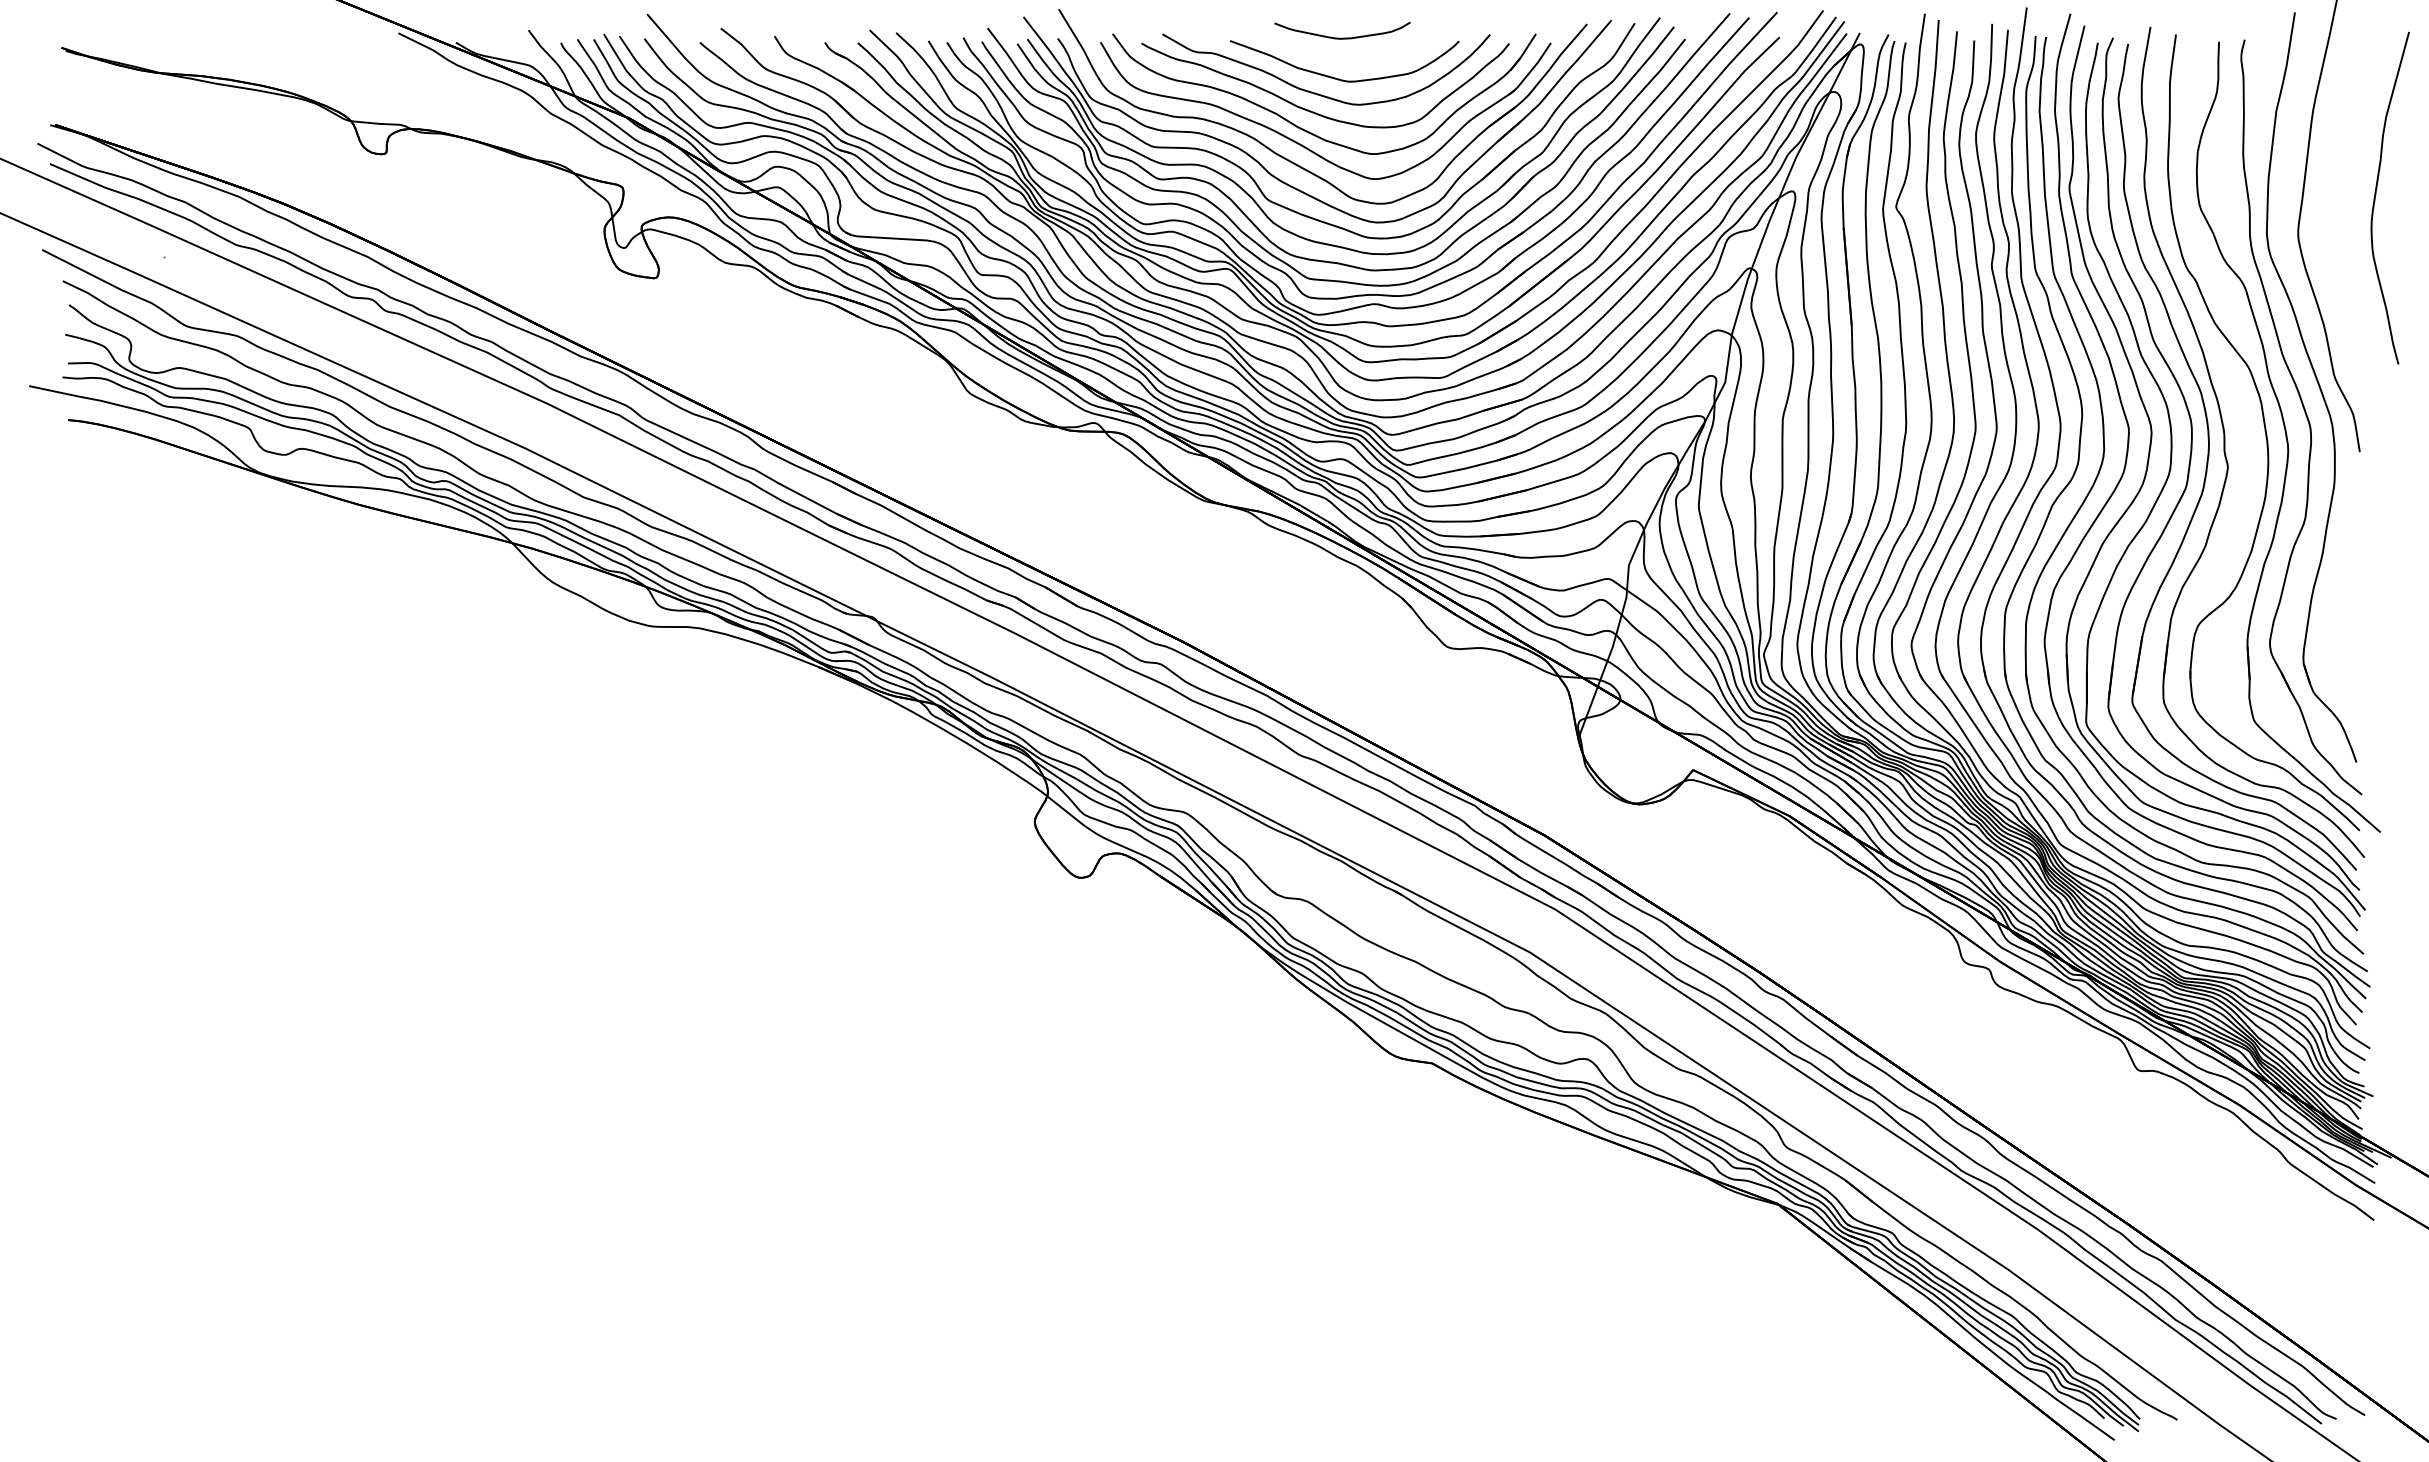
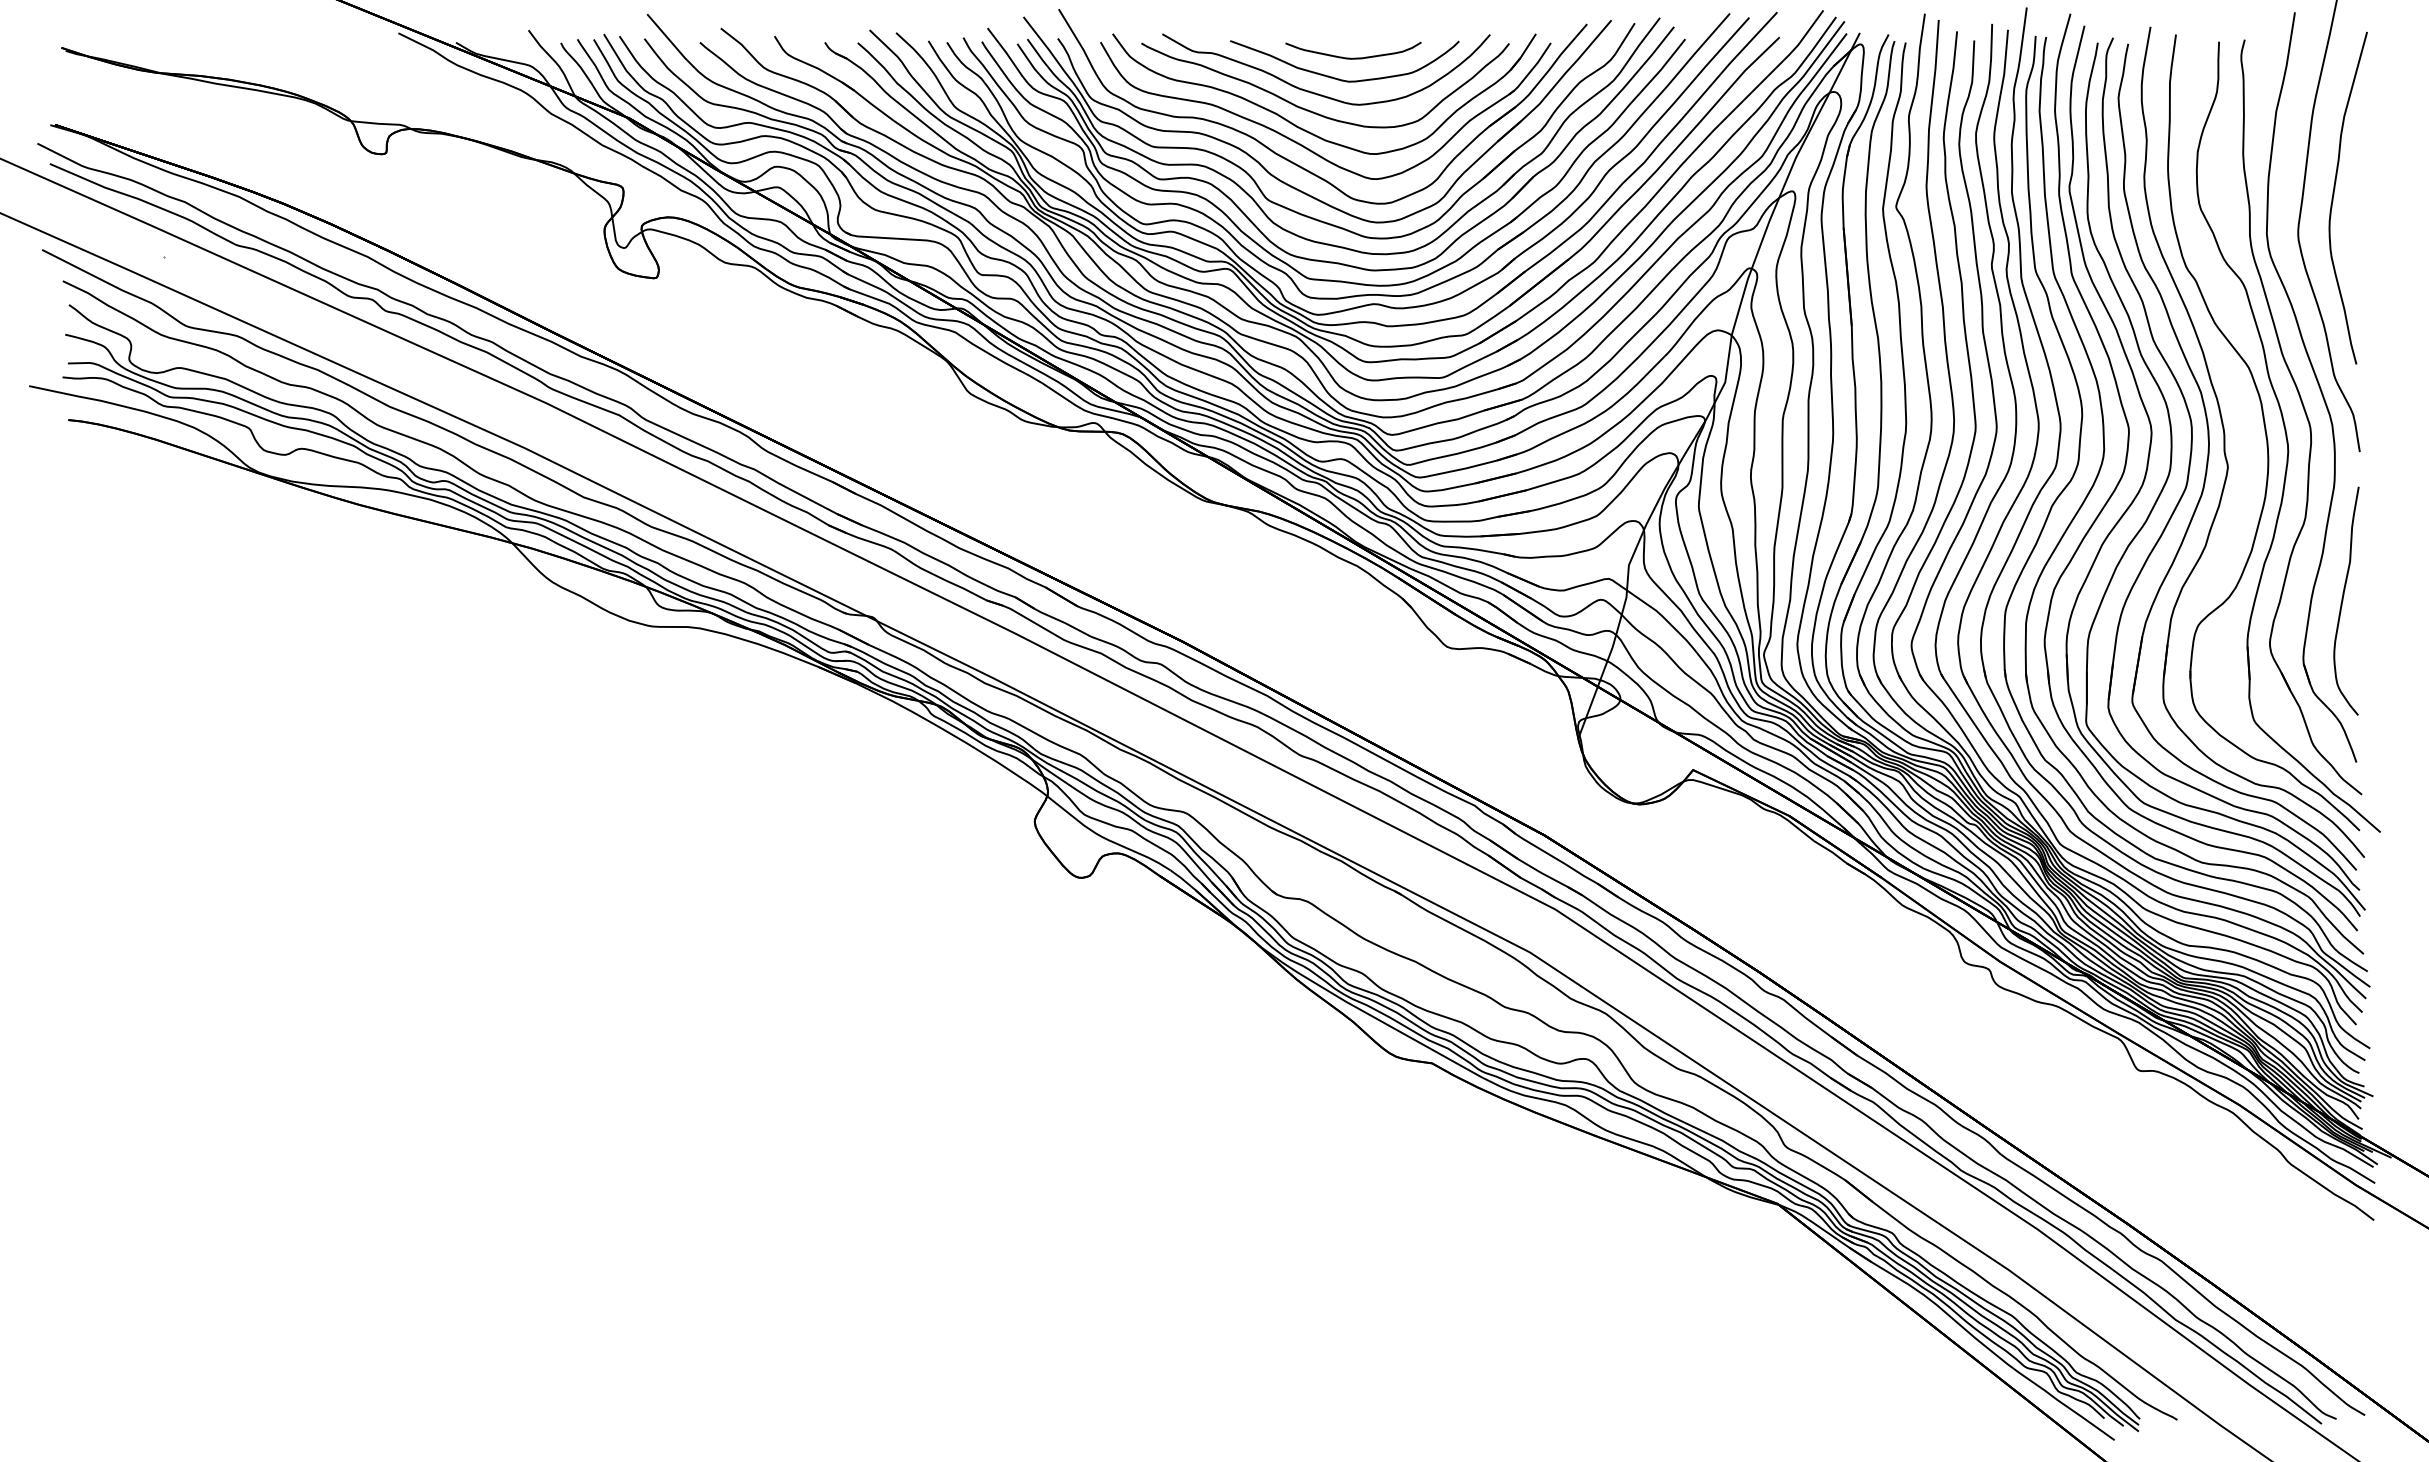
curve at (1342, 37) position: (1342, 37) -> (1353, 57)
curve at (2376, 195) position: (2376, 195) -> (2334, 195)
curve at (2343, 600): none -> present
